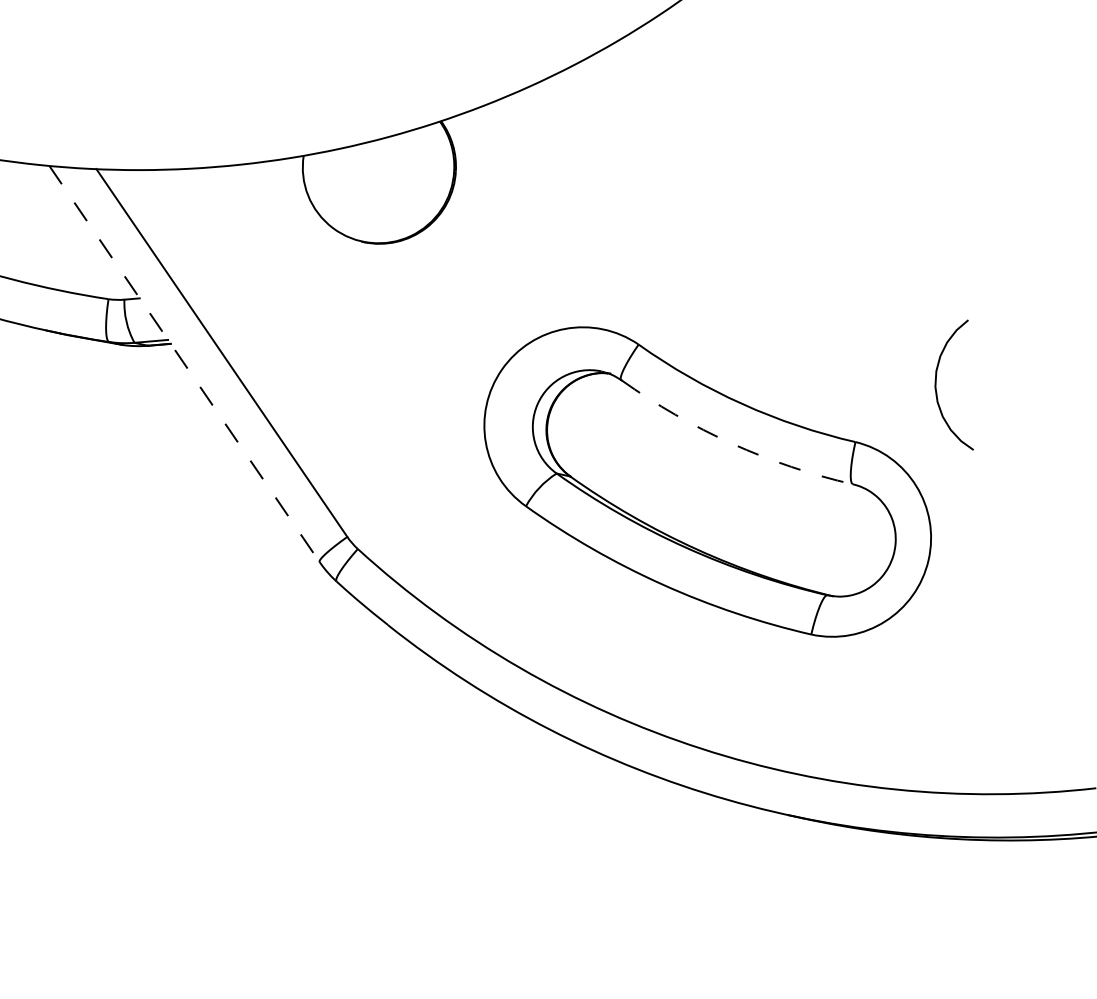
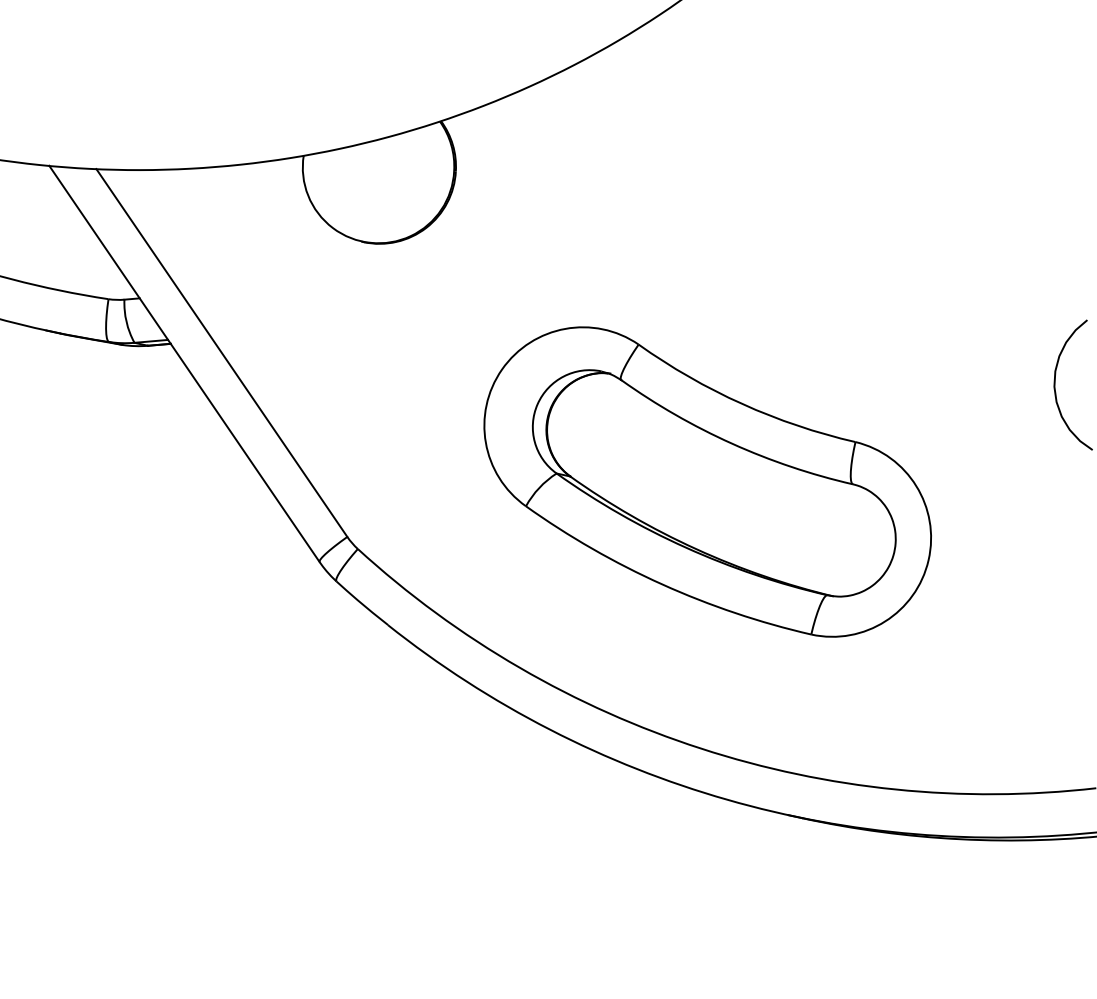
line at (184, 363): dashed -> solid
curve at (936, 384) position: (936, 384) -> (1055, 384)
arc at (732, 443): dashed -> solid
